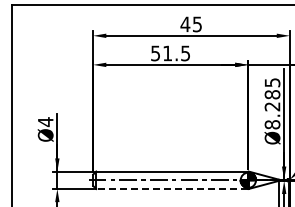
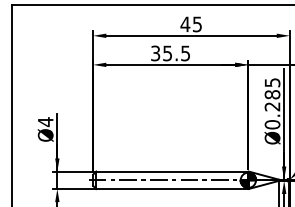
text at (161, 53): 51.5 -> 35.5
text at (272, 124): Ø8.285 -> Ø0.285
line at (171, 189): dashed -> solid
